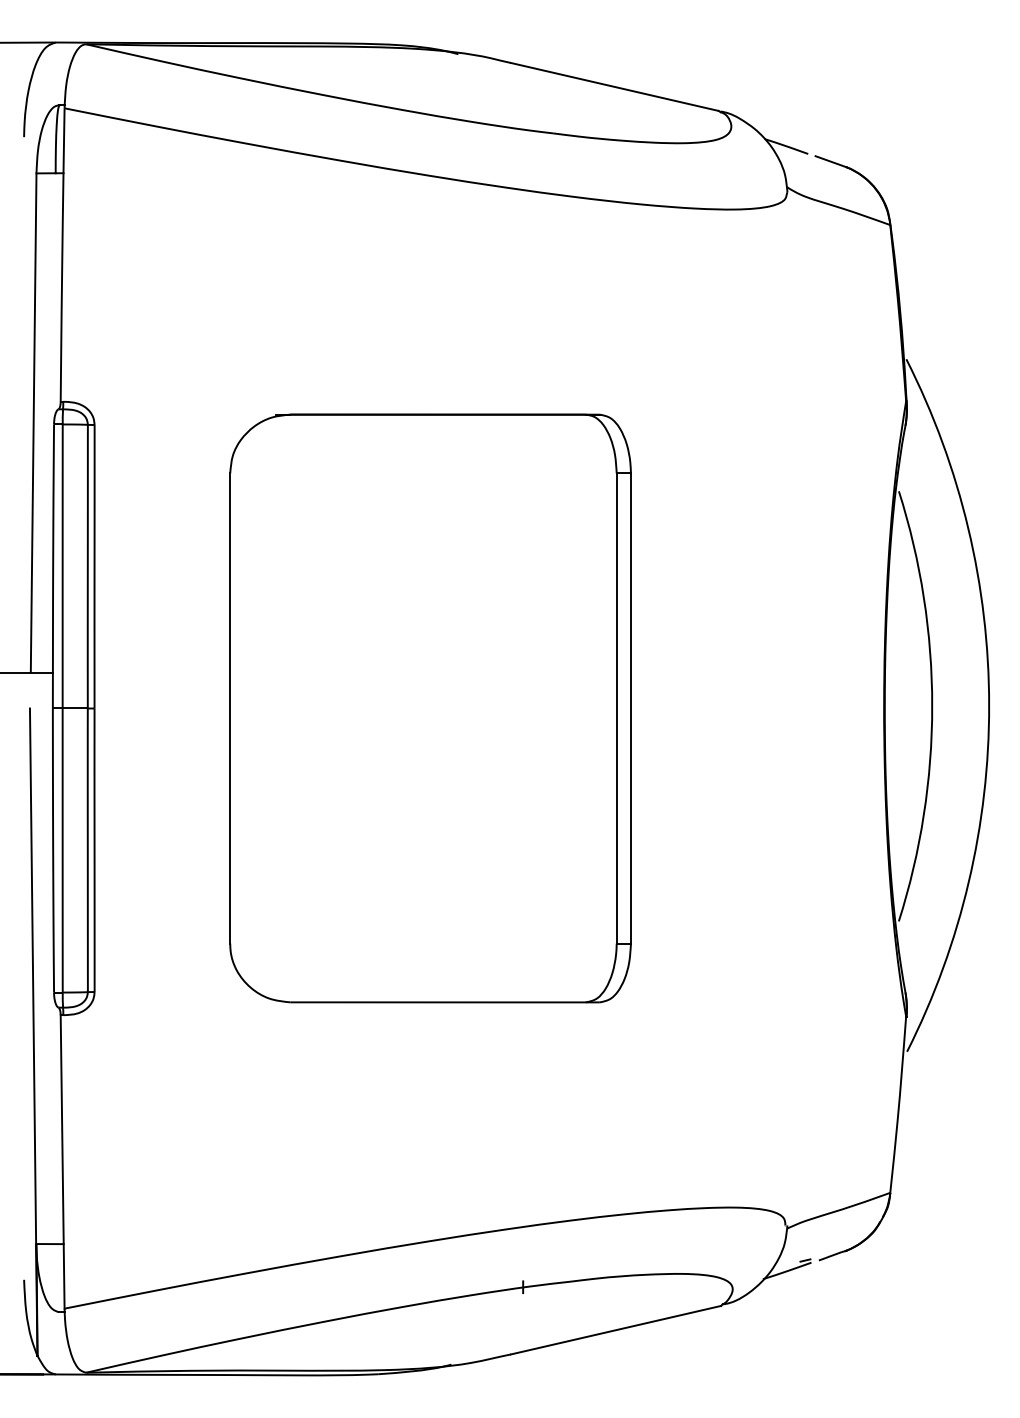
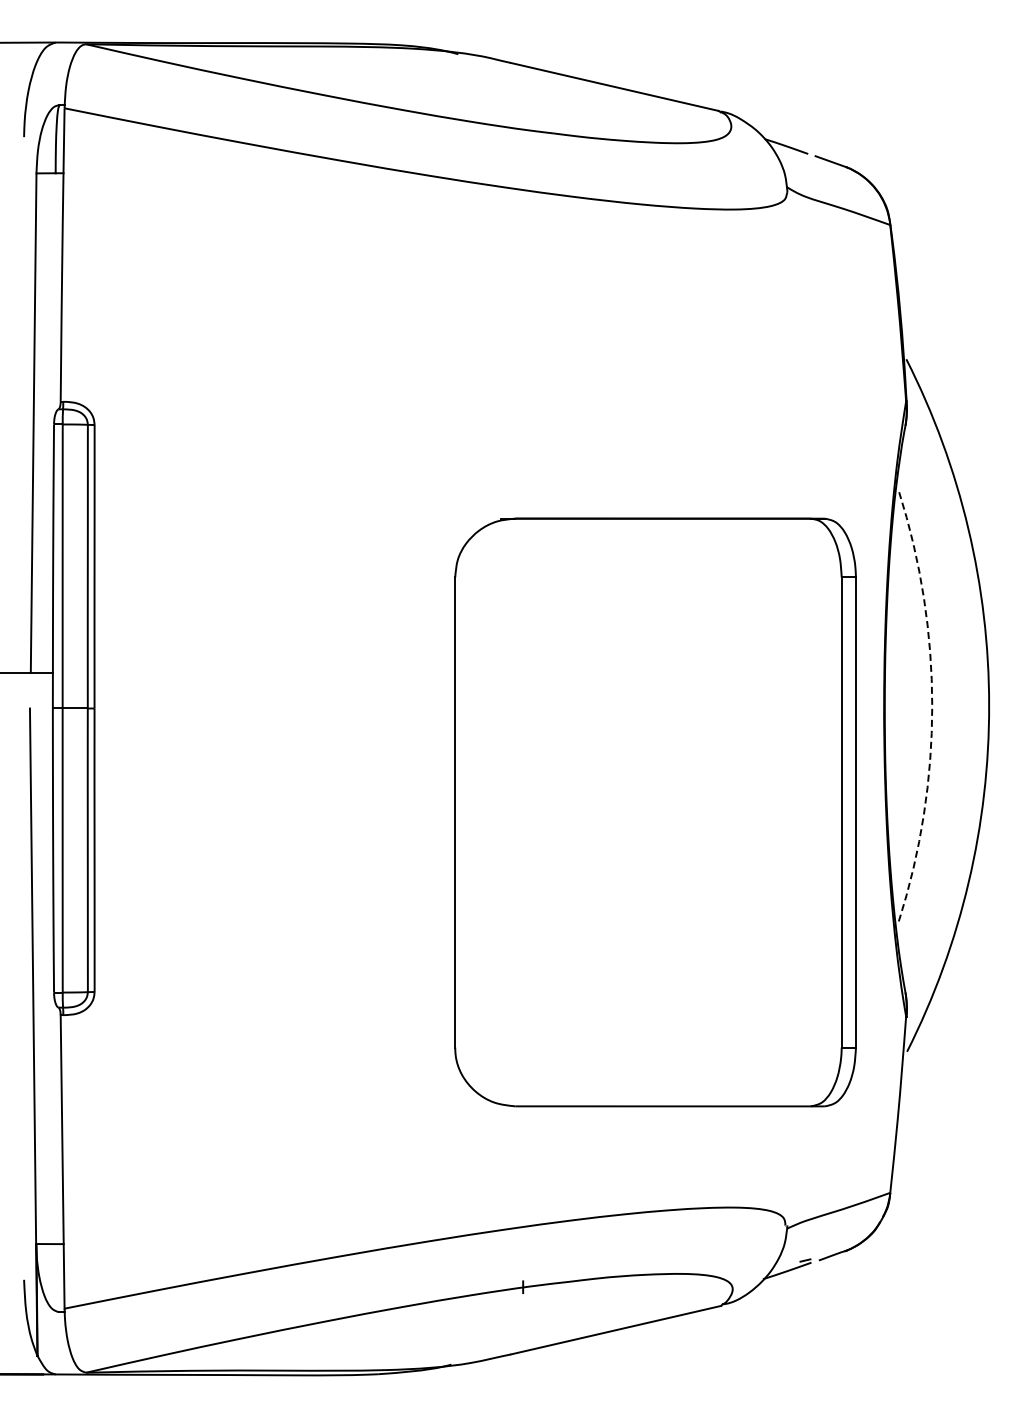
arc at (932, 706): solid -> dashed
part at (430, 708) position: (430, 708) -> (655, 812)
